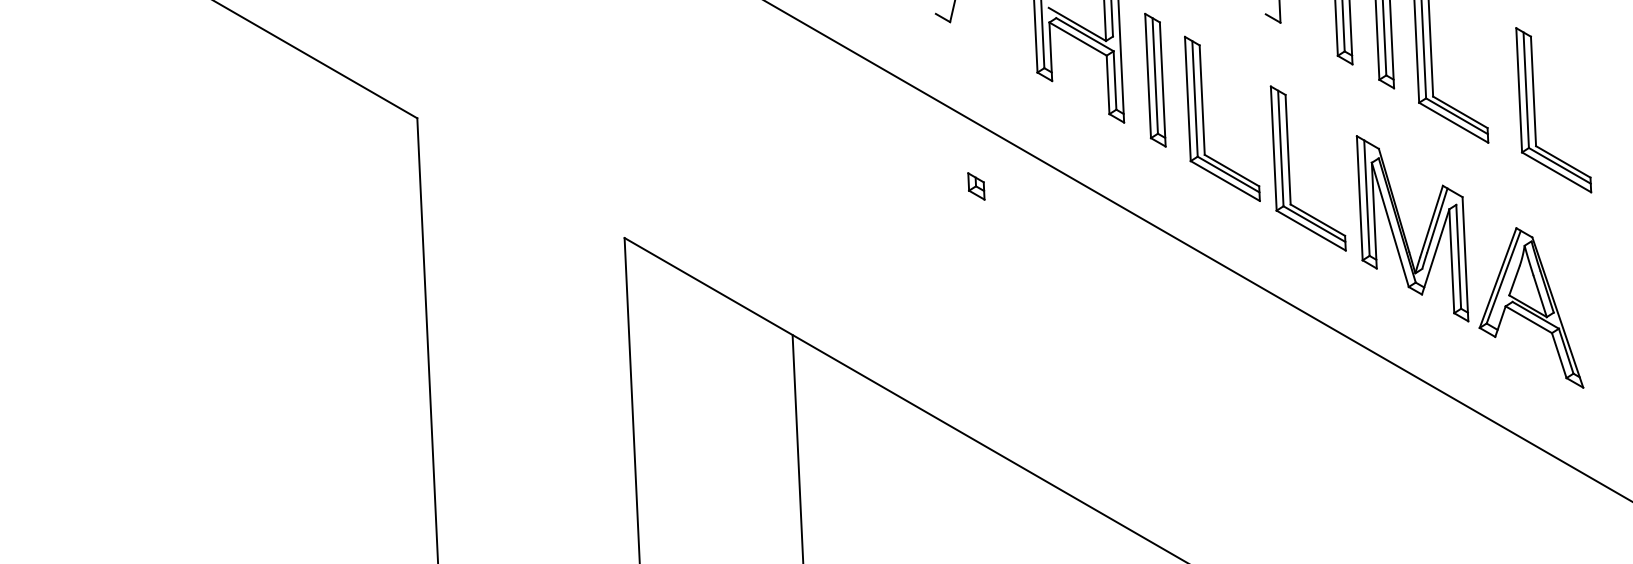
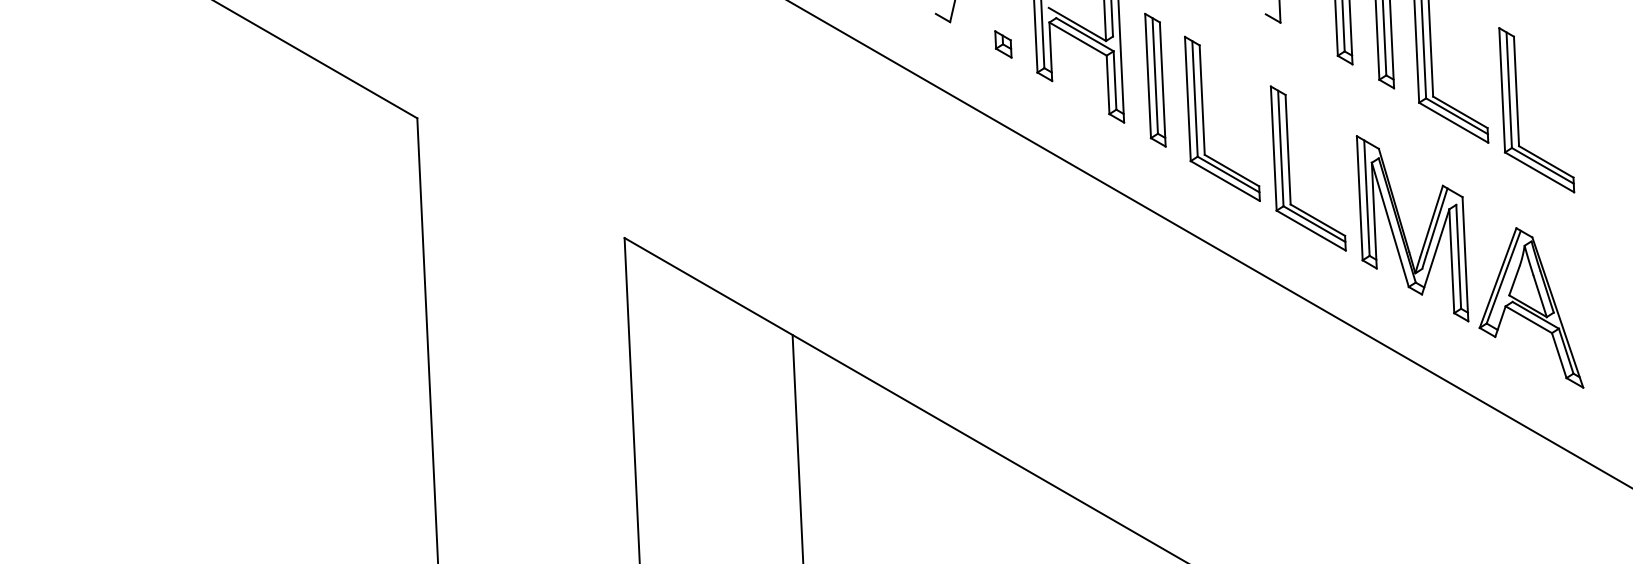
part at (1535, 110) position: (1535, 110) -> (1518, 110)
part at (976, 186) position: (976, 186) -> (1003, 44)
line at (1198, 251) position: (1198, 251) -> (1209, 244)
